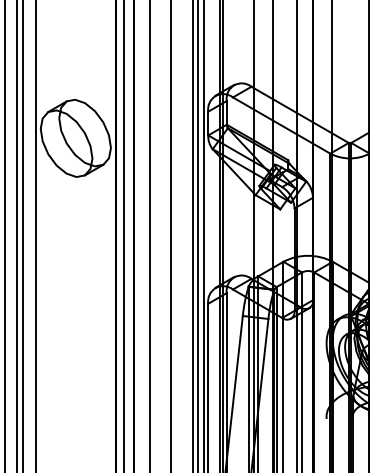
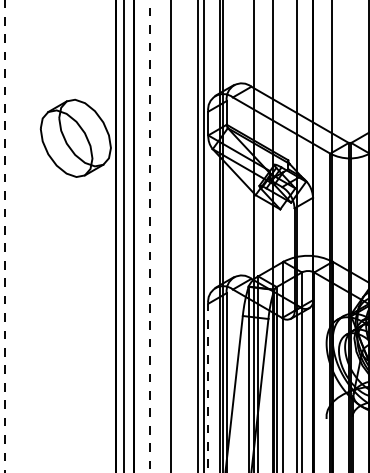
line at (17, 235): present -> none
line at (23, 235): present -> none
line at (35, 235): present -> none
line at (193, 235): present -> none
line at (149, 236): solid -> dashed
line at (4, 237): solid -> dashed
line at (208, 387): solid -> dashed
